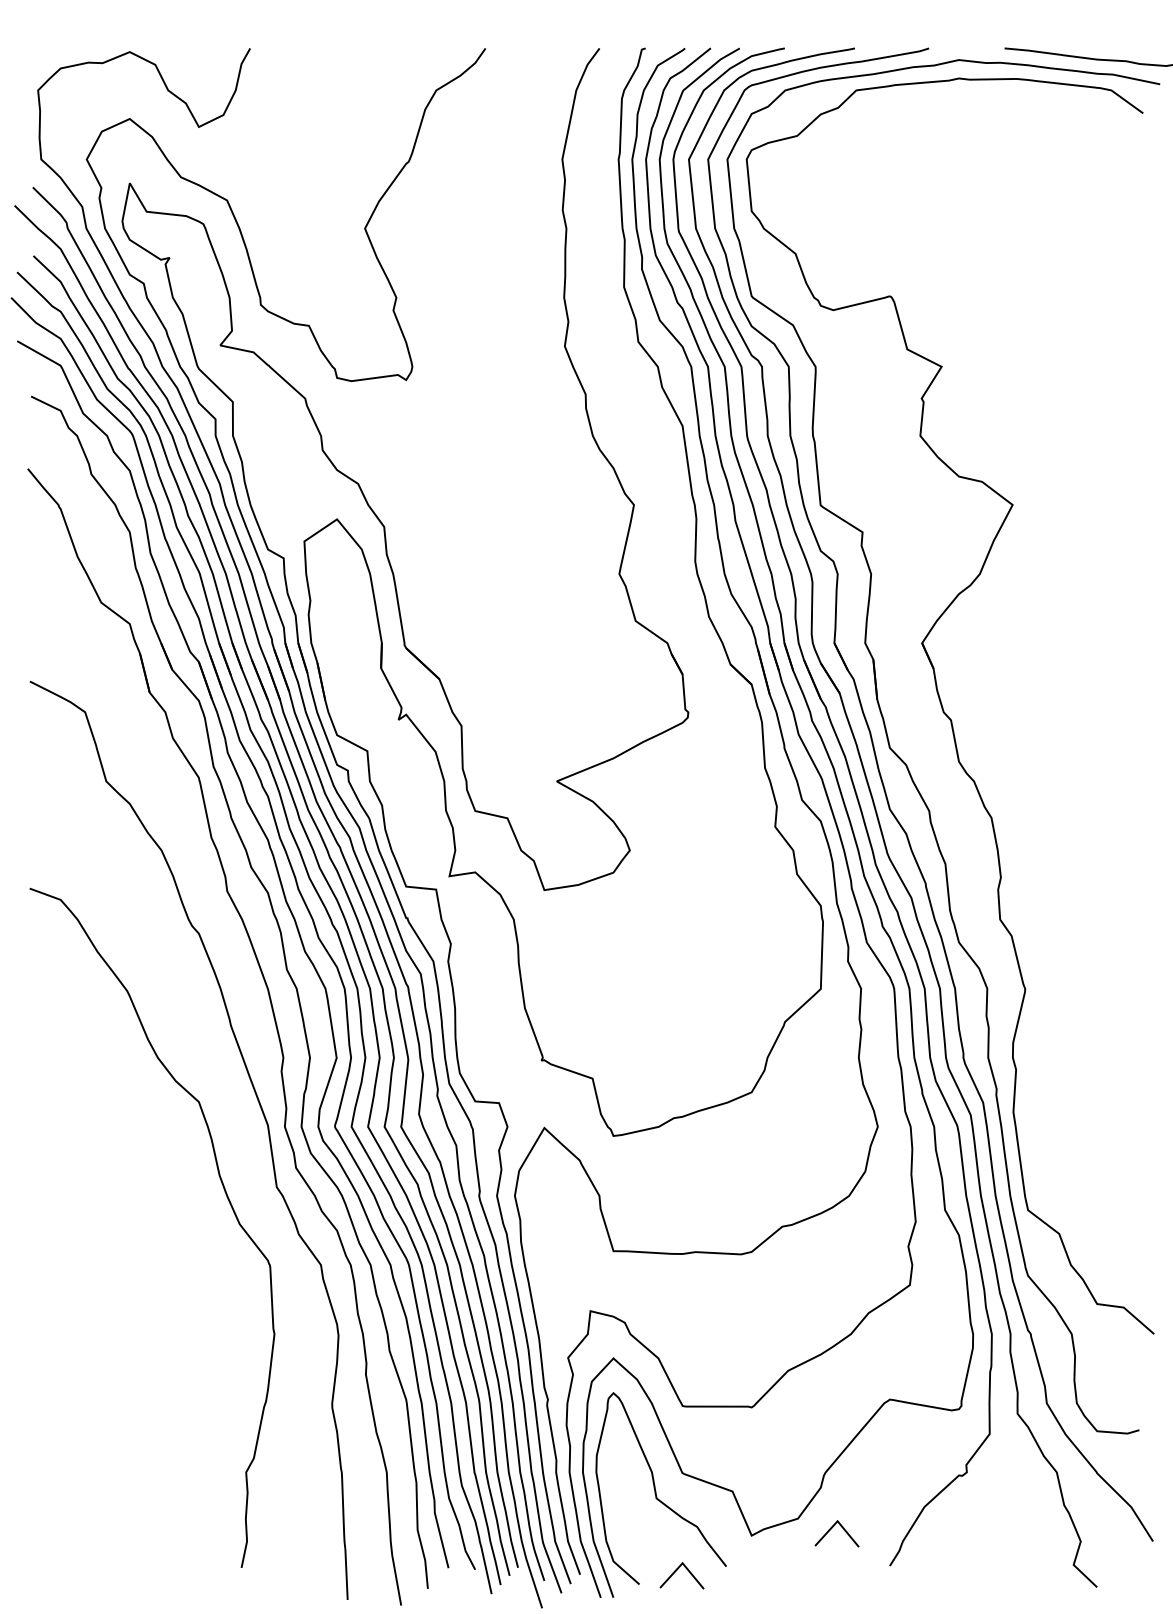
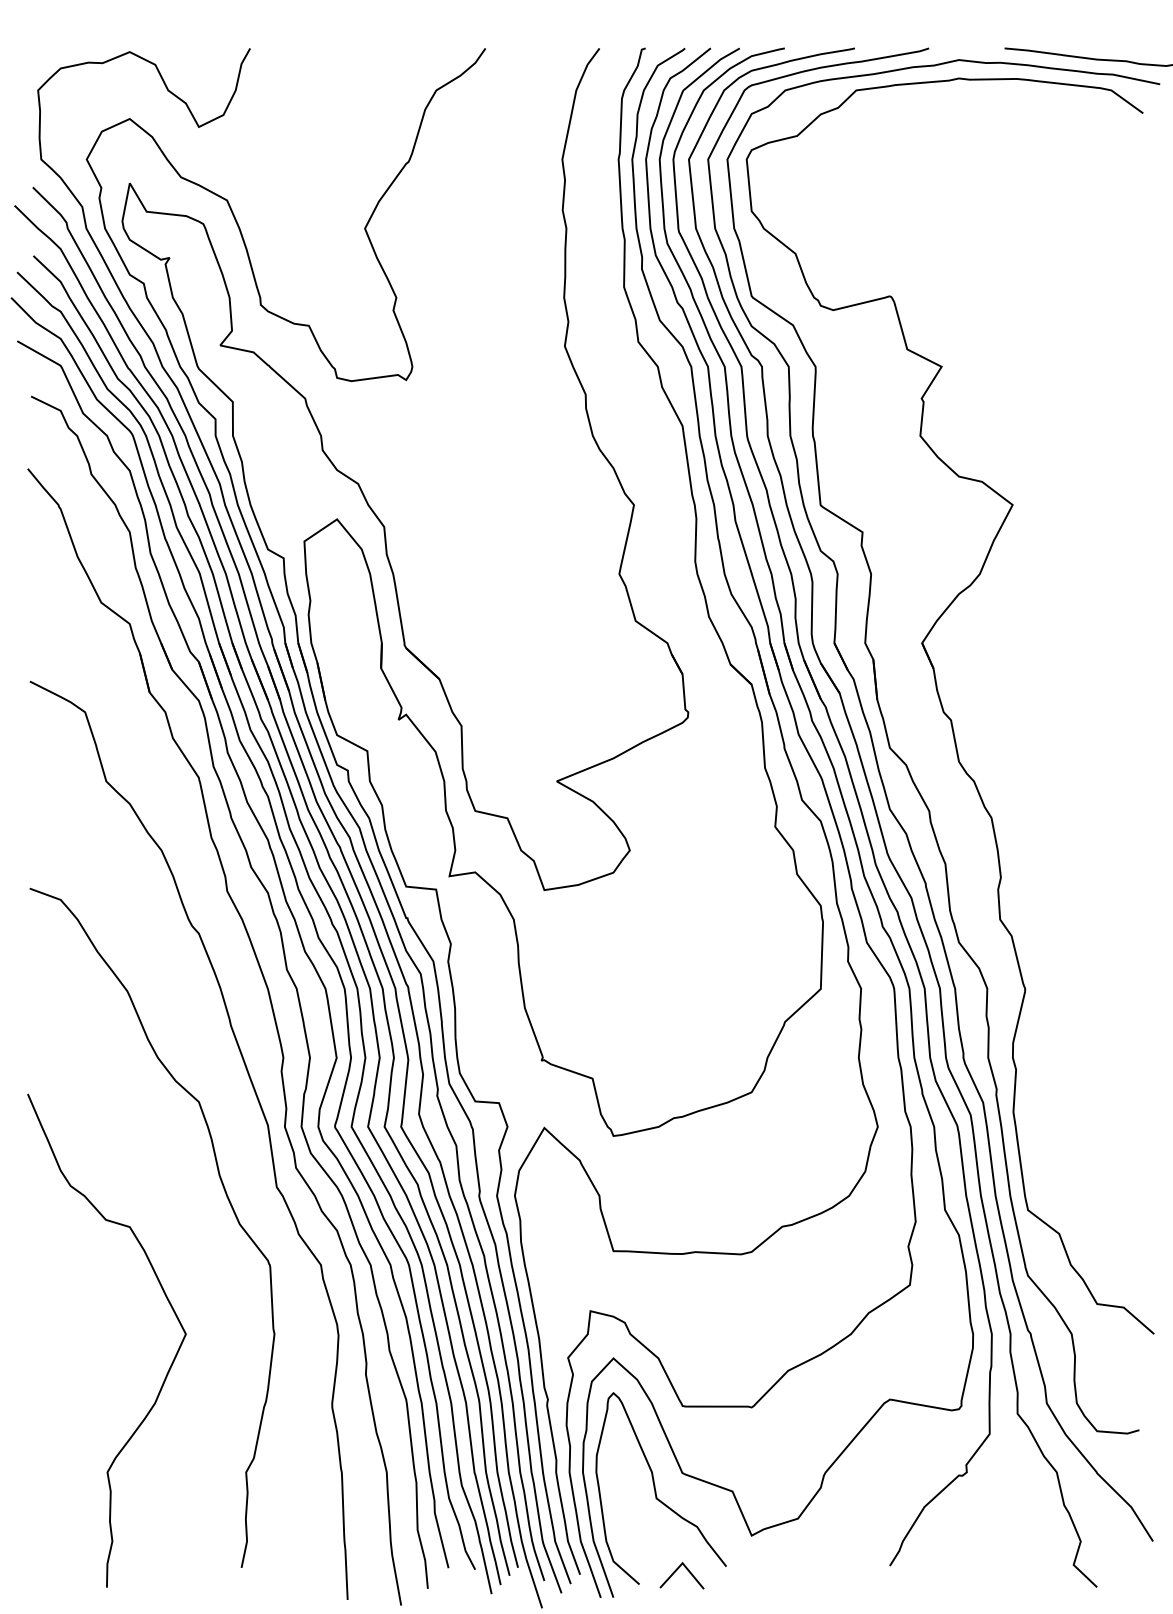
curve at (167, 1371): none -> present
line at (832, 1528): present -> none
